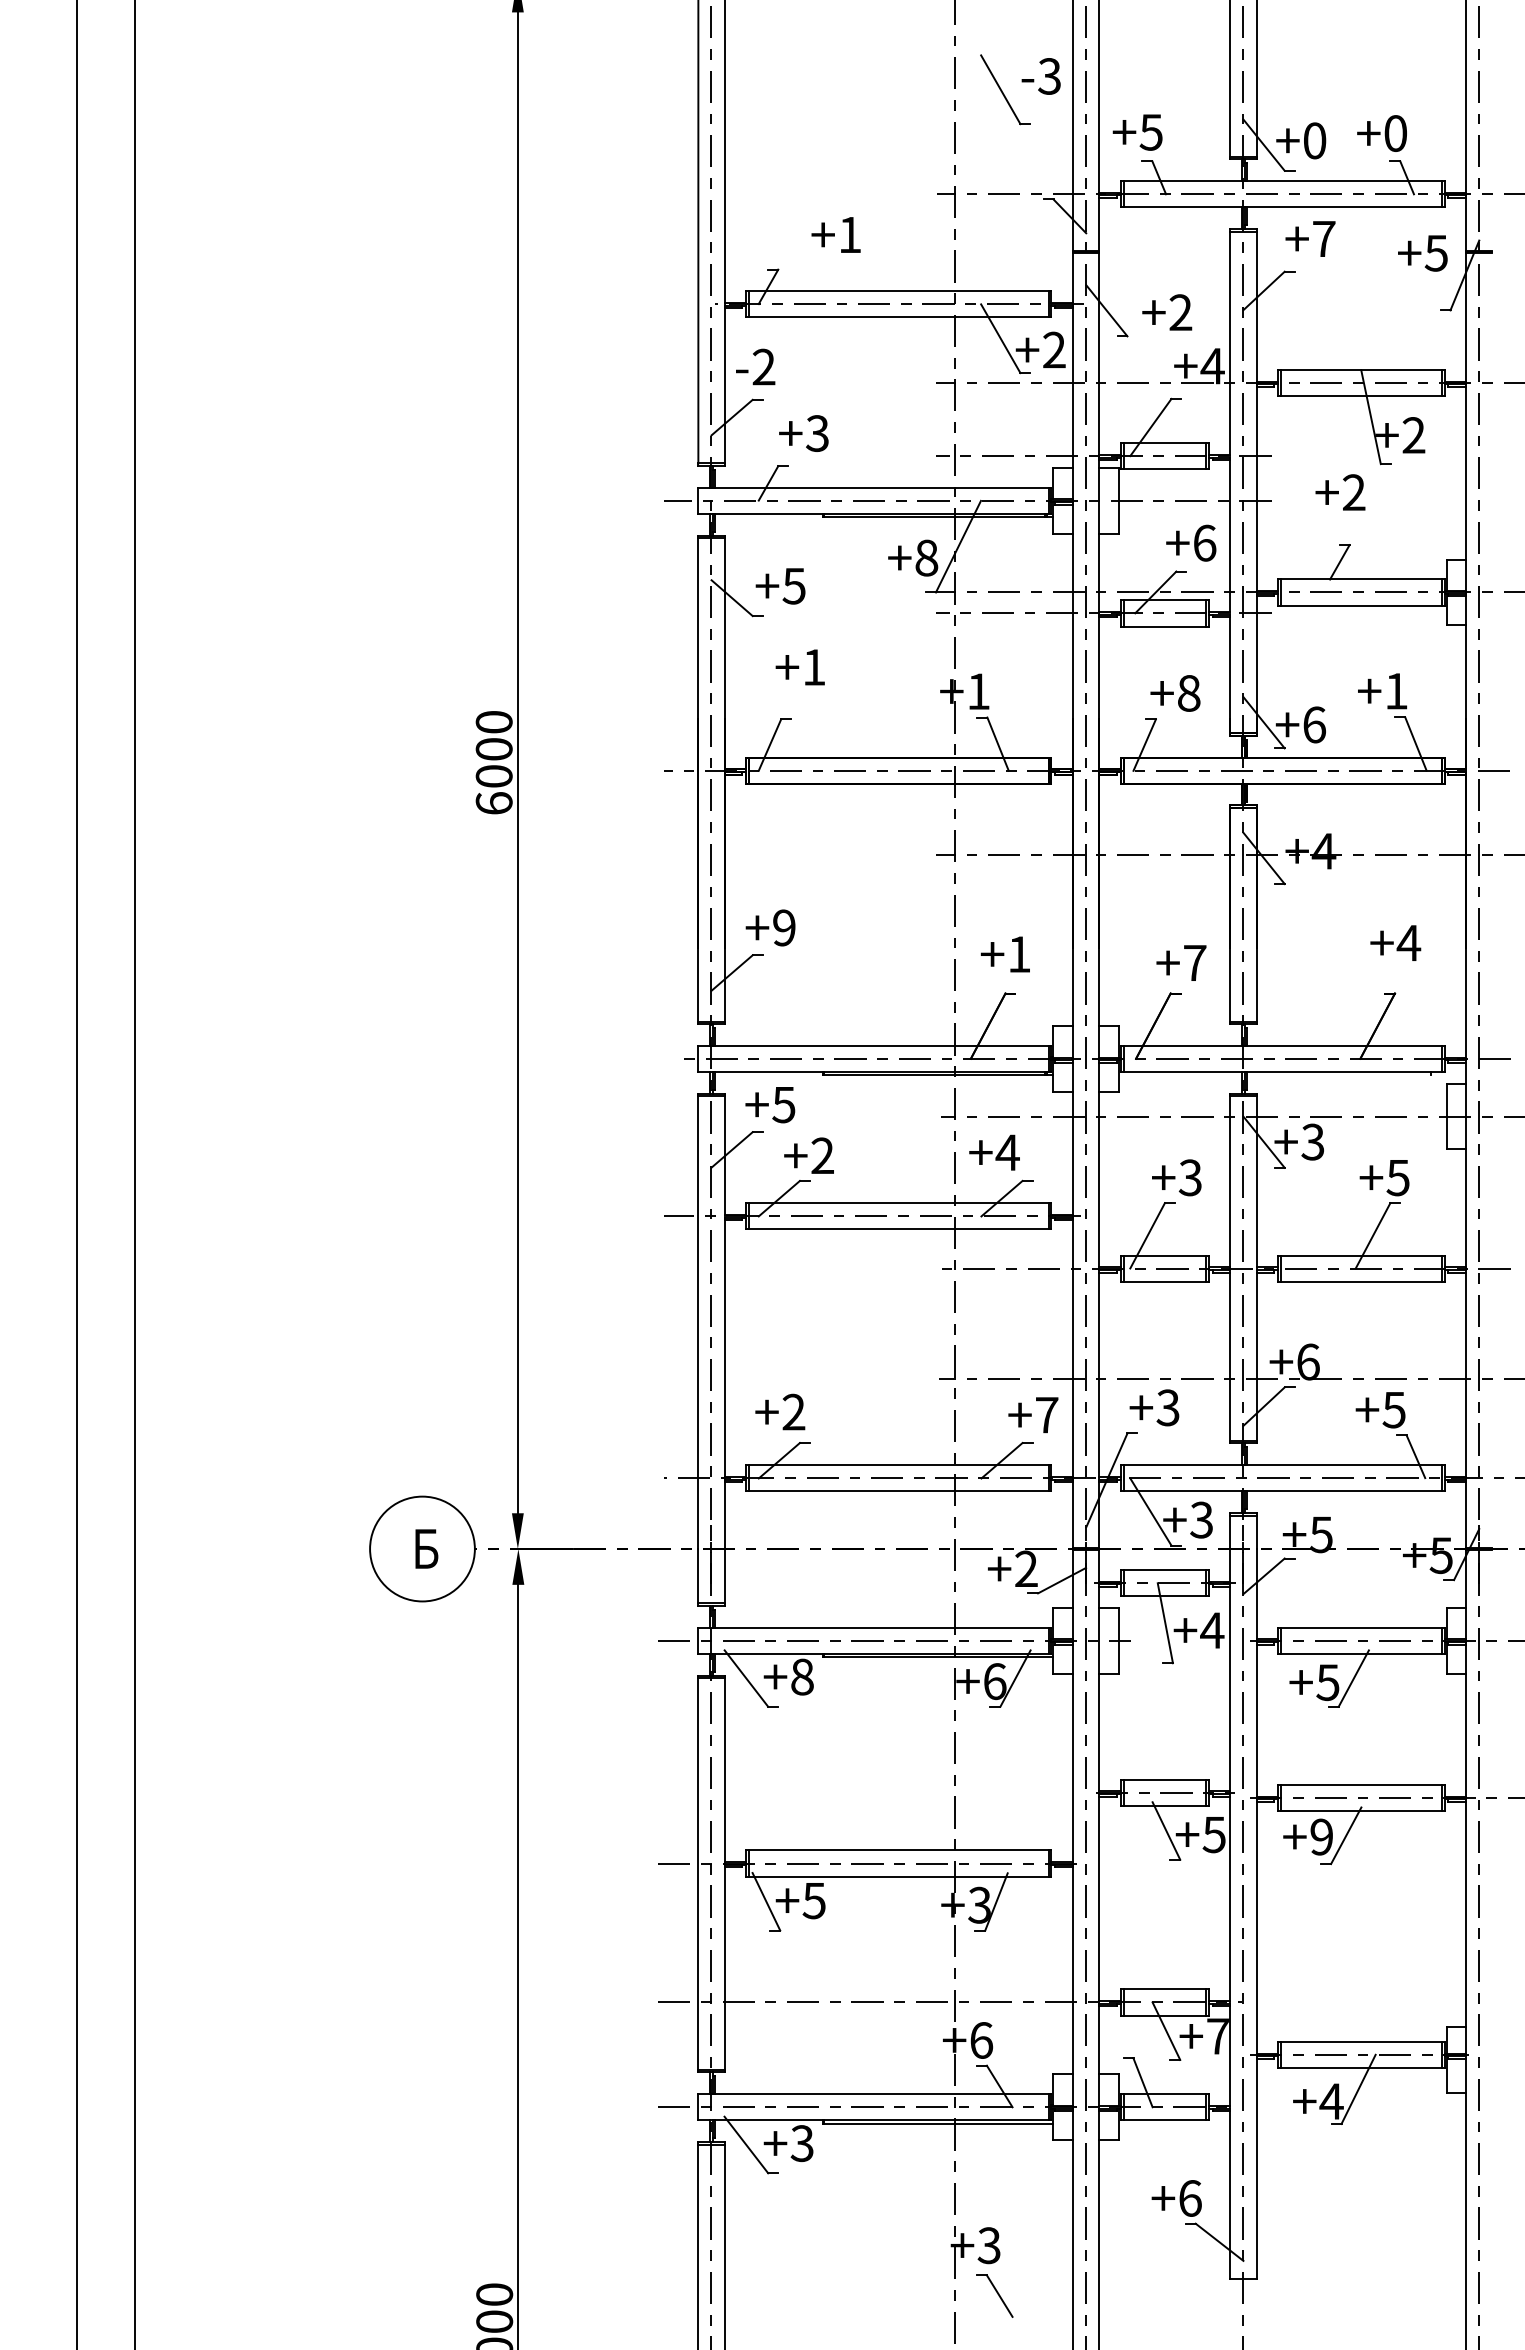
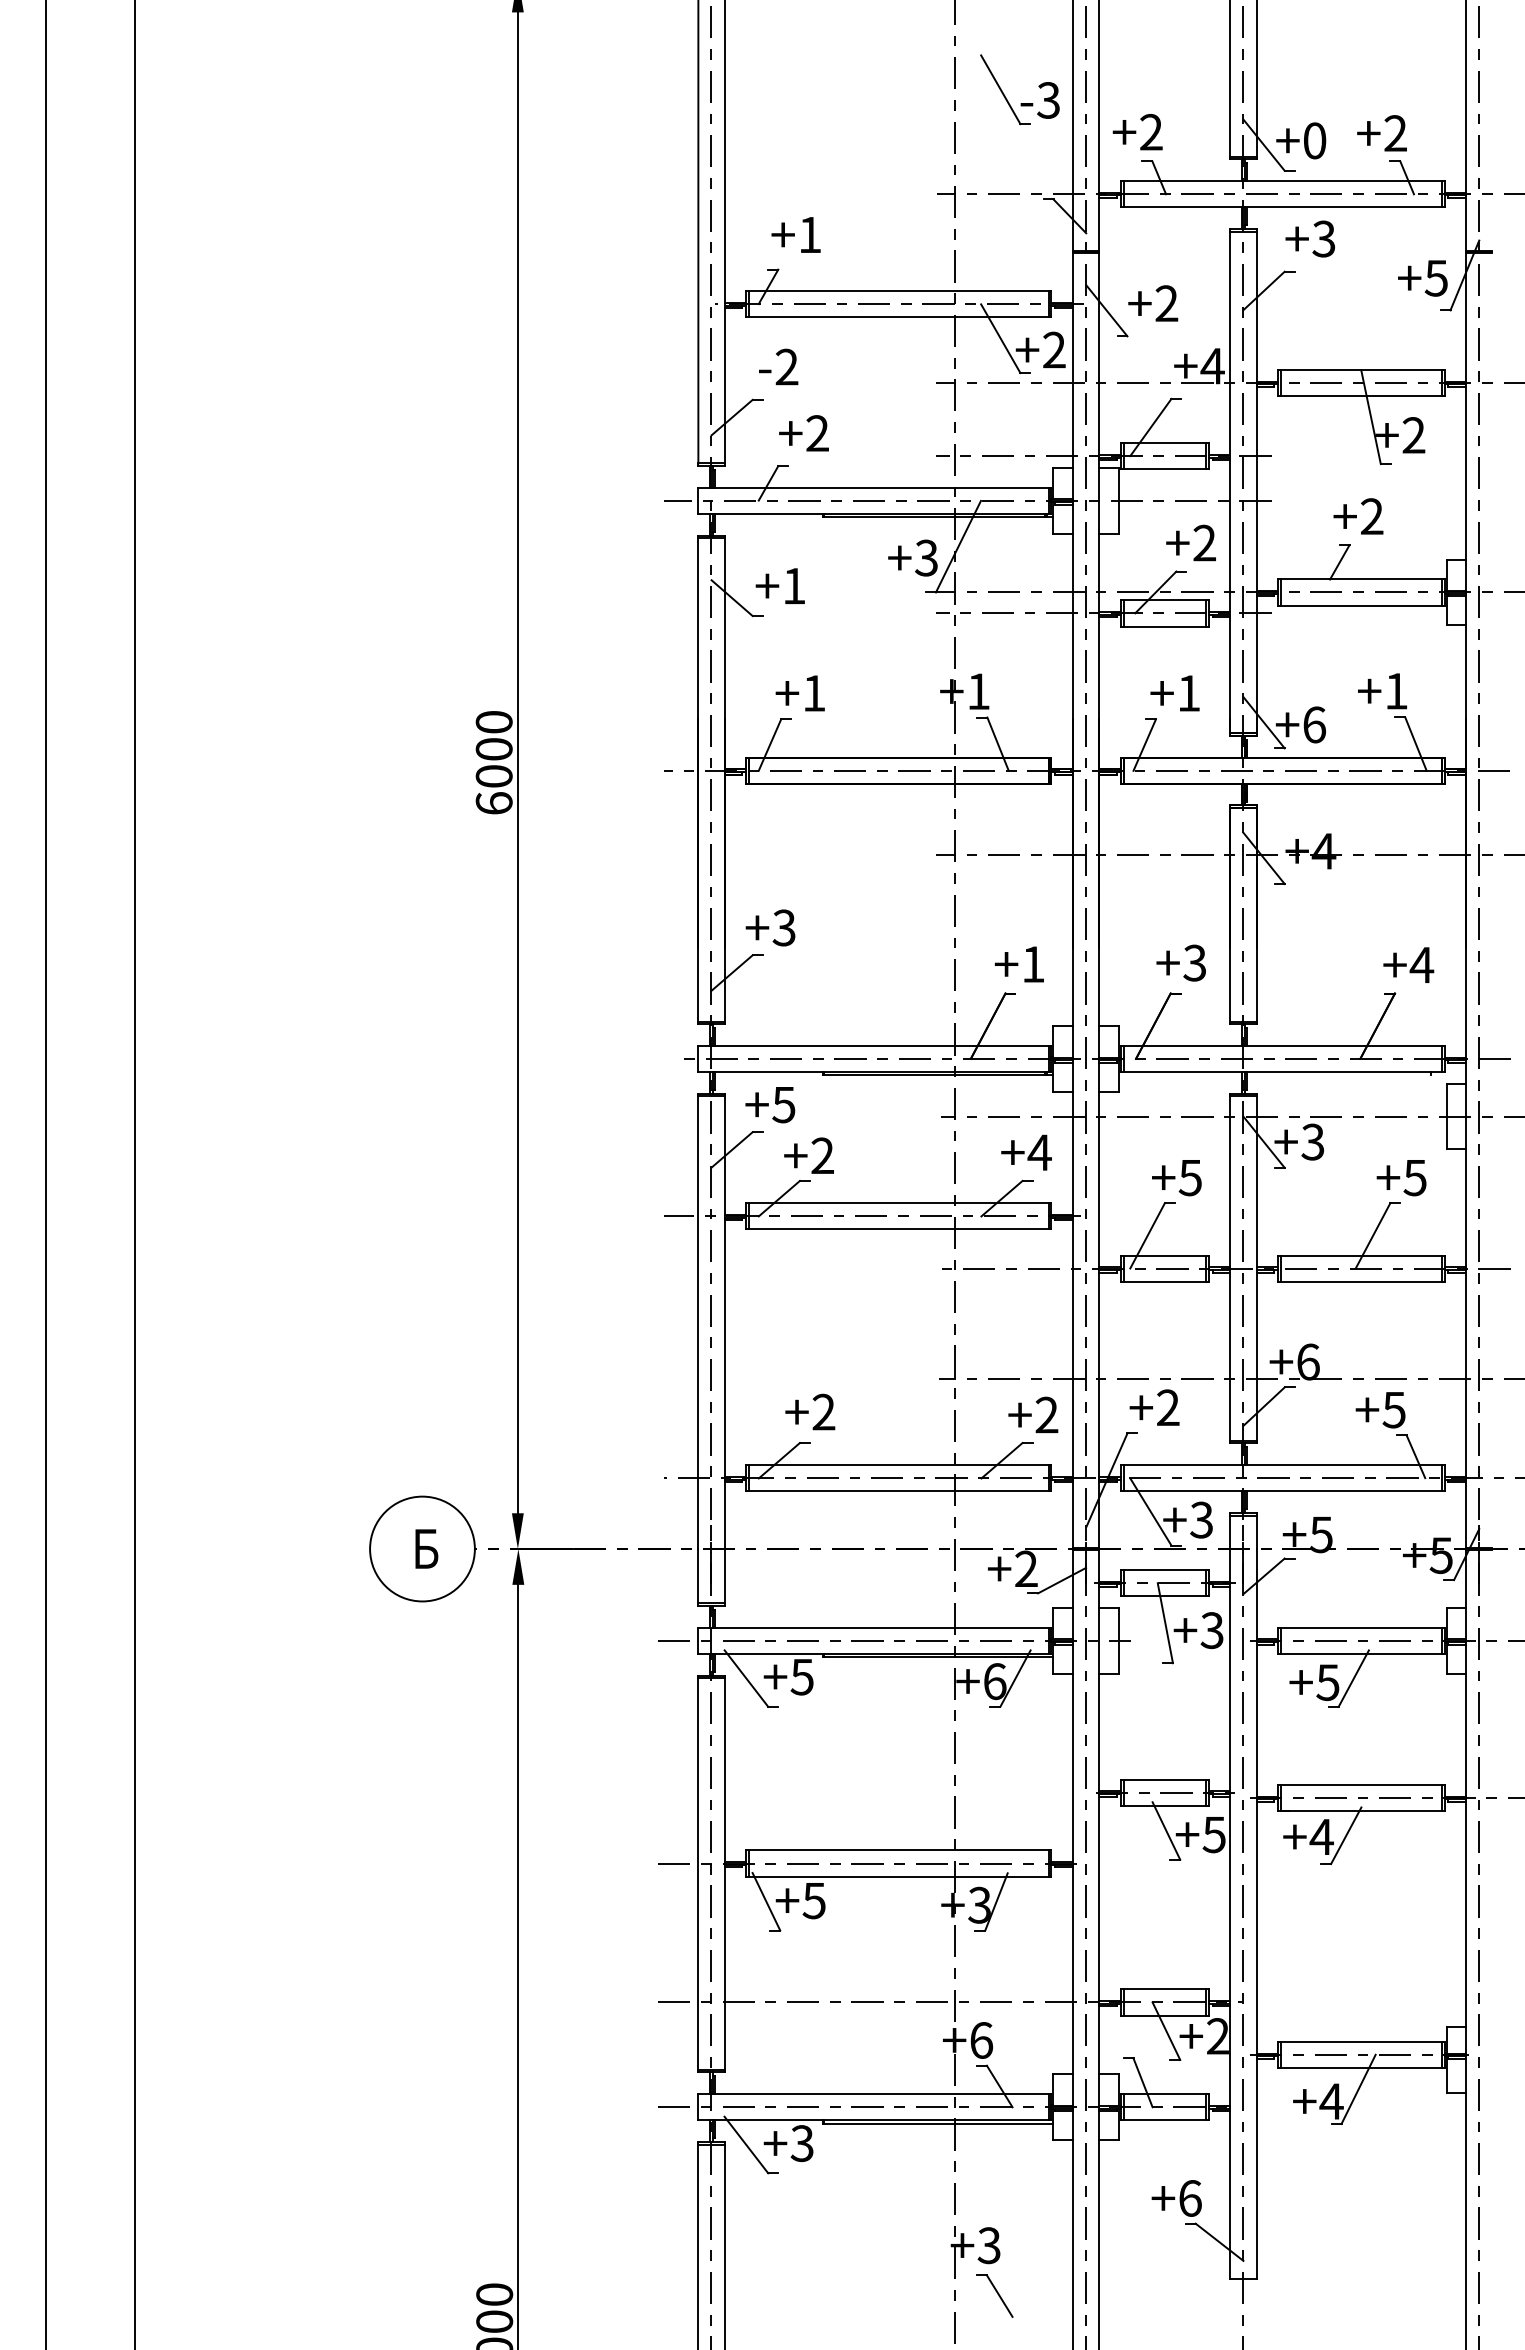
text at (1040, 76) position: (1040, 76) -> (1039, 100)
text at (1150, 131): +5 -> +2
text at (1395, 133): +0 -> +2
text at (835, 234) position: (835, 234) -> (795, 234)
text at (1323, 238): +7 -> +3
text at (1422, 253) position: (1422, 253) -> (1422, 278)
text at (1167, 312) position: (1167, 312) -> (1153, 303)
text at (755, 366) position: (755, 366) -> (778, 366)
text at (817, 433): +3 -> +2
text at (1340, 492) position: (1340, 492) -> (1358, 516)
text at (1204, 542): +6 -> +2
text at (926, 557): +8 -> +3
text at (793, 586): +5 -> +1
text at (799, 667) position: (799, 667) -> (799, 693)
text at (1189, 693): +8 -> +1
text at (783, 927): +9 -> +3
text at (1395, 942) position: (1395, 942) -> (1408, 964)
text at (1004, 954) position: (1004, 954) -> (1018, 964)
text at (1194, 962): +7 -> +3
text at (994, 1152) position: (994, 1152) -> (1026, 1152)
line at (76, 1174) position: (76, 1174) -> (45, 1174)
text at (1190, 1177): +3 -> +5
text at (1384, 1178) position: (1384, 1178) -> (1401, 1178)
text at (1167, 1407): +3 -> +2
text at (780, 1411) position: (780, 1411) -> (810, 1411)
text at (1046, 1414): +7 -> +2
text at (1212, 1630): +4 -> +3
text at (801, 1676): +8 -> +5
text at (1321, 1836): +9 -> +4
text at (1217, 2036): +7 -> +2
